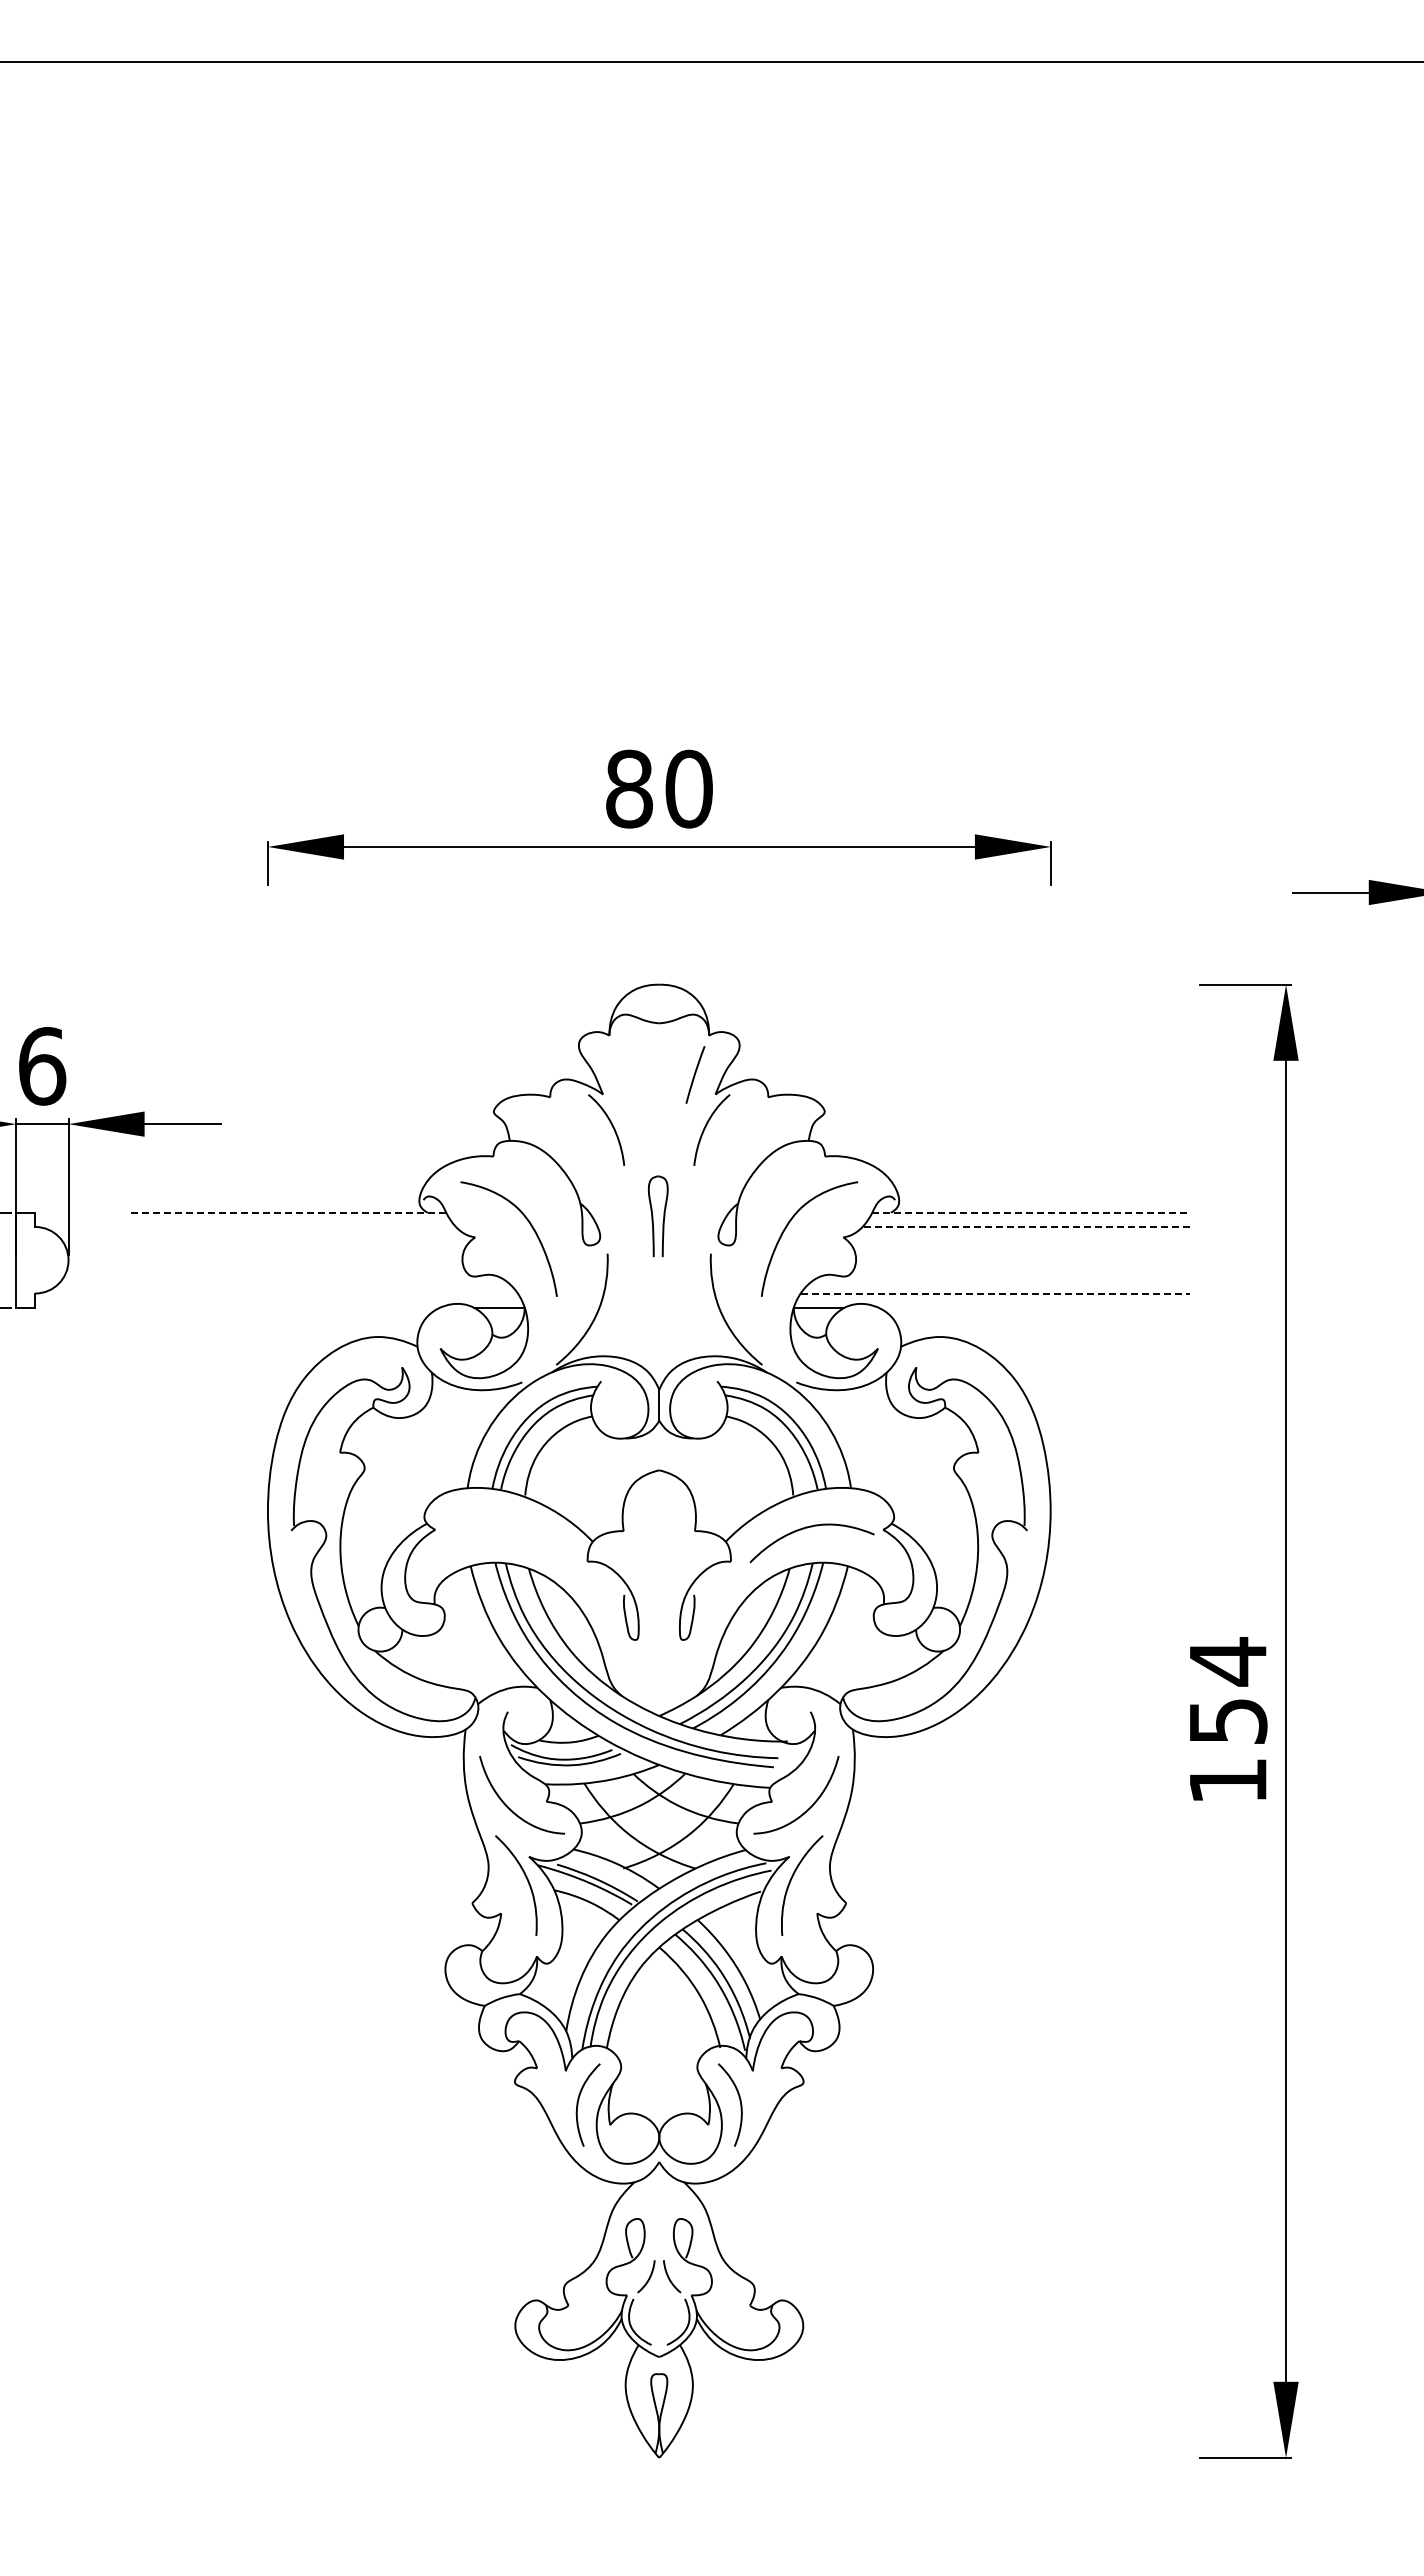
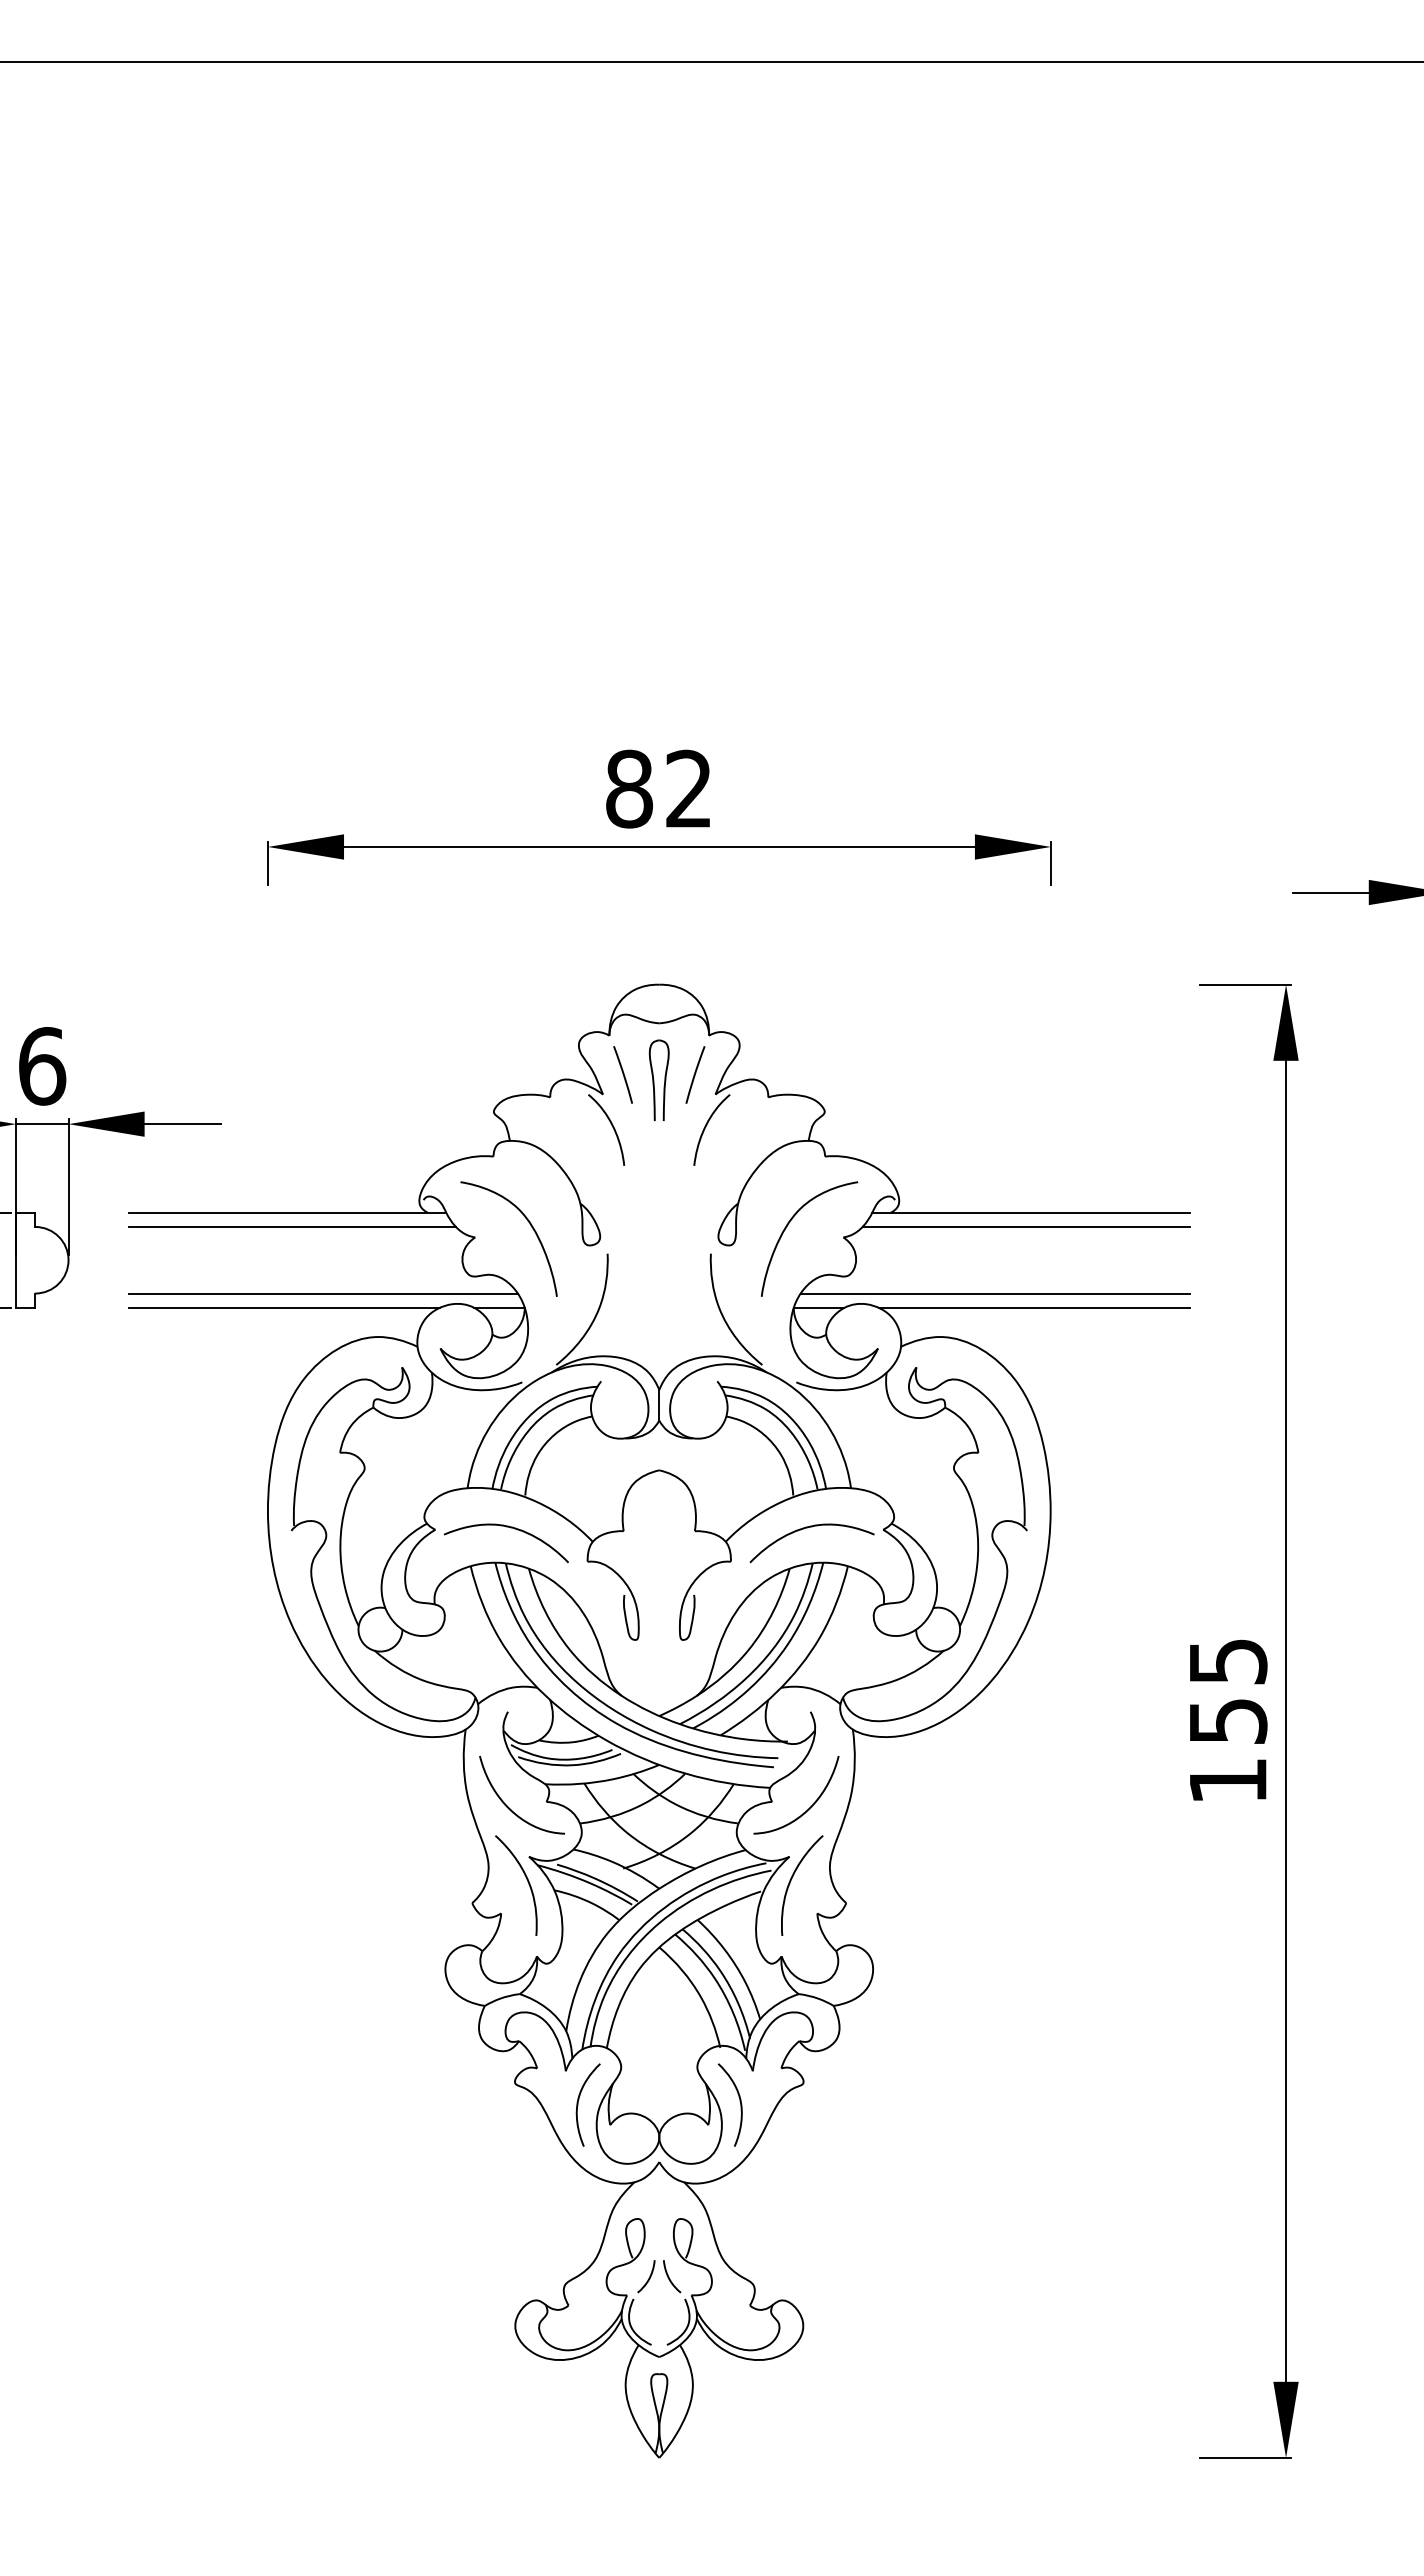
text at (688, 788): 80 -> 82
line at (622, 1074): none -> present
line at (287, 1212): dashed -> solid
line at (1031, 1212): dashed -> solid
part at (657, 1216) position: (657, 1216) -> (658, 1080)
line at (291, 1226): none -> present
line at (1026, 1226): dashed -> solid
line at (322, 1293): none -> present
line at (995, 1293): dashed -> solid
line at (283, 1307): none -> present
line at (1034, 1307): none -> present
curve at (510, 1528): none -> present
text at (1228, 1661): 154 -> 155
